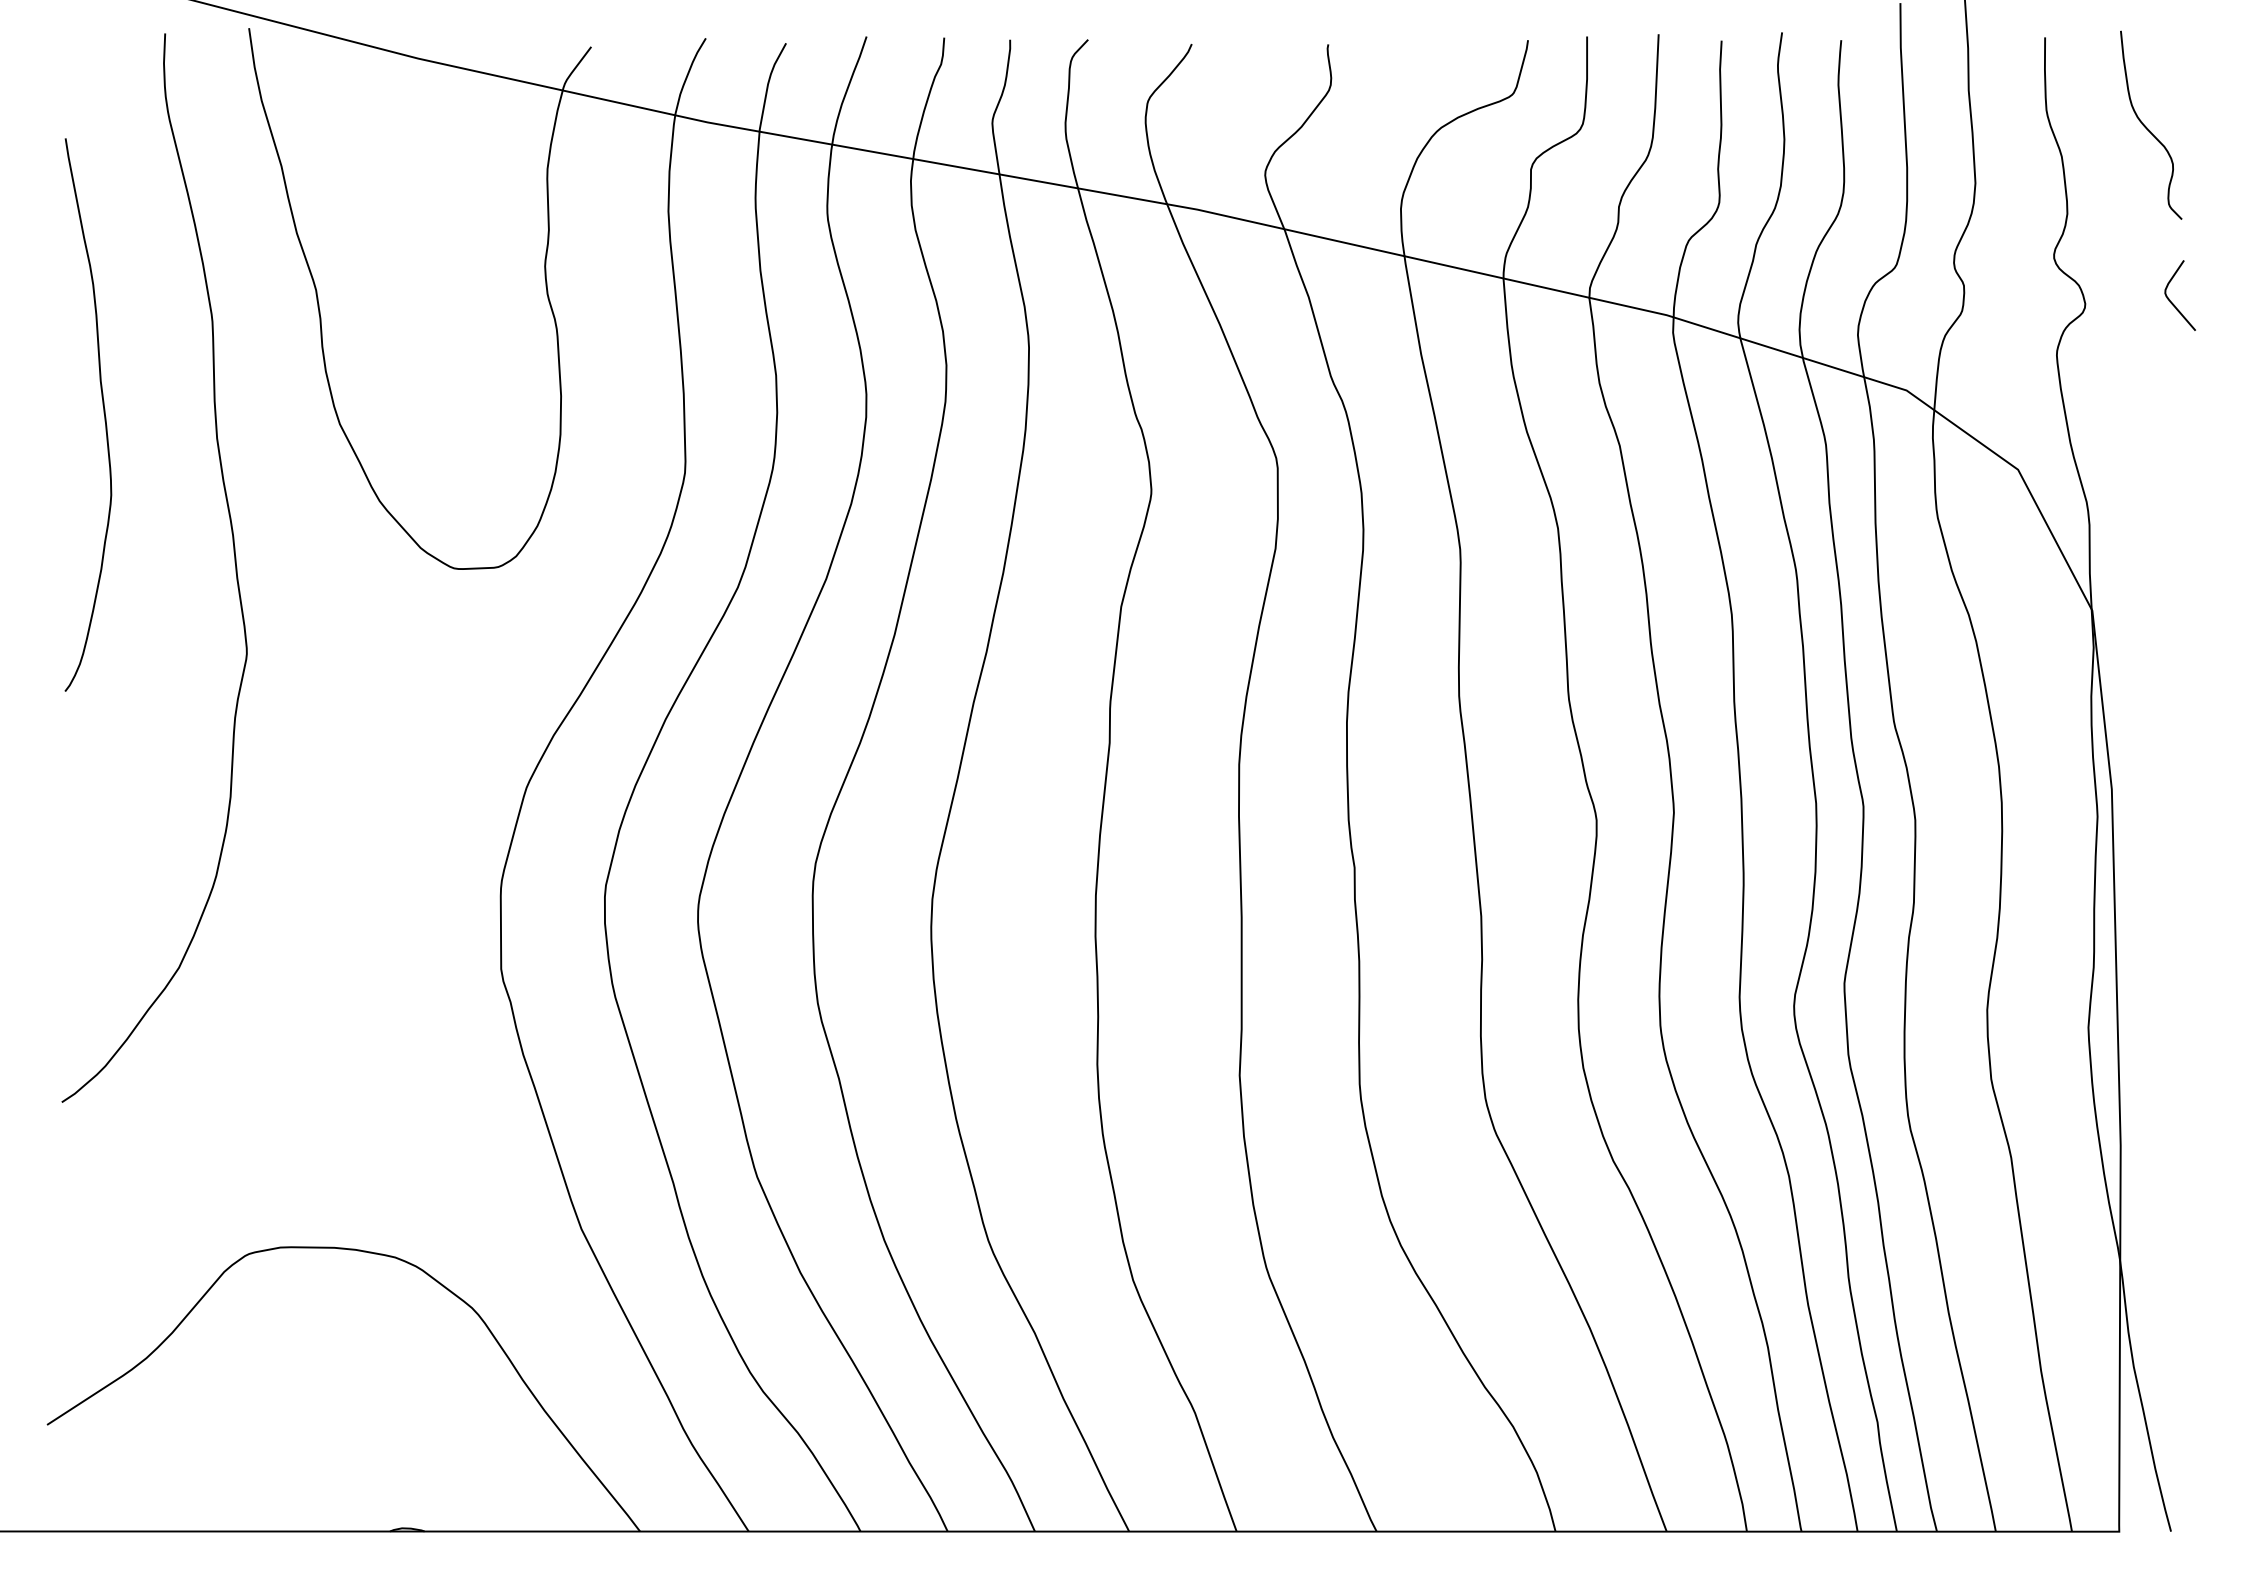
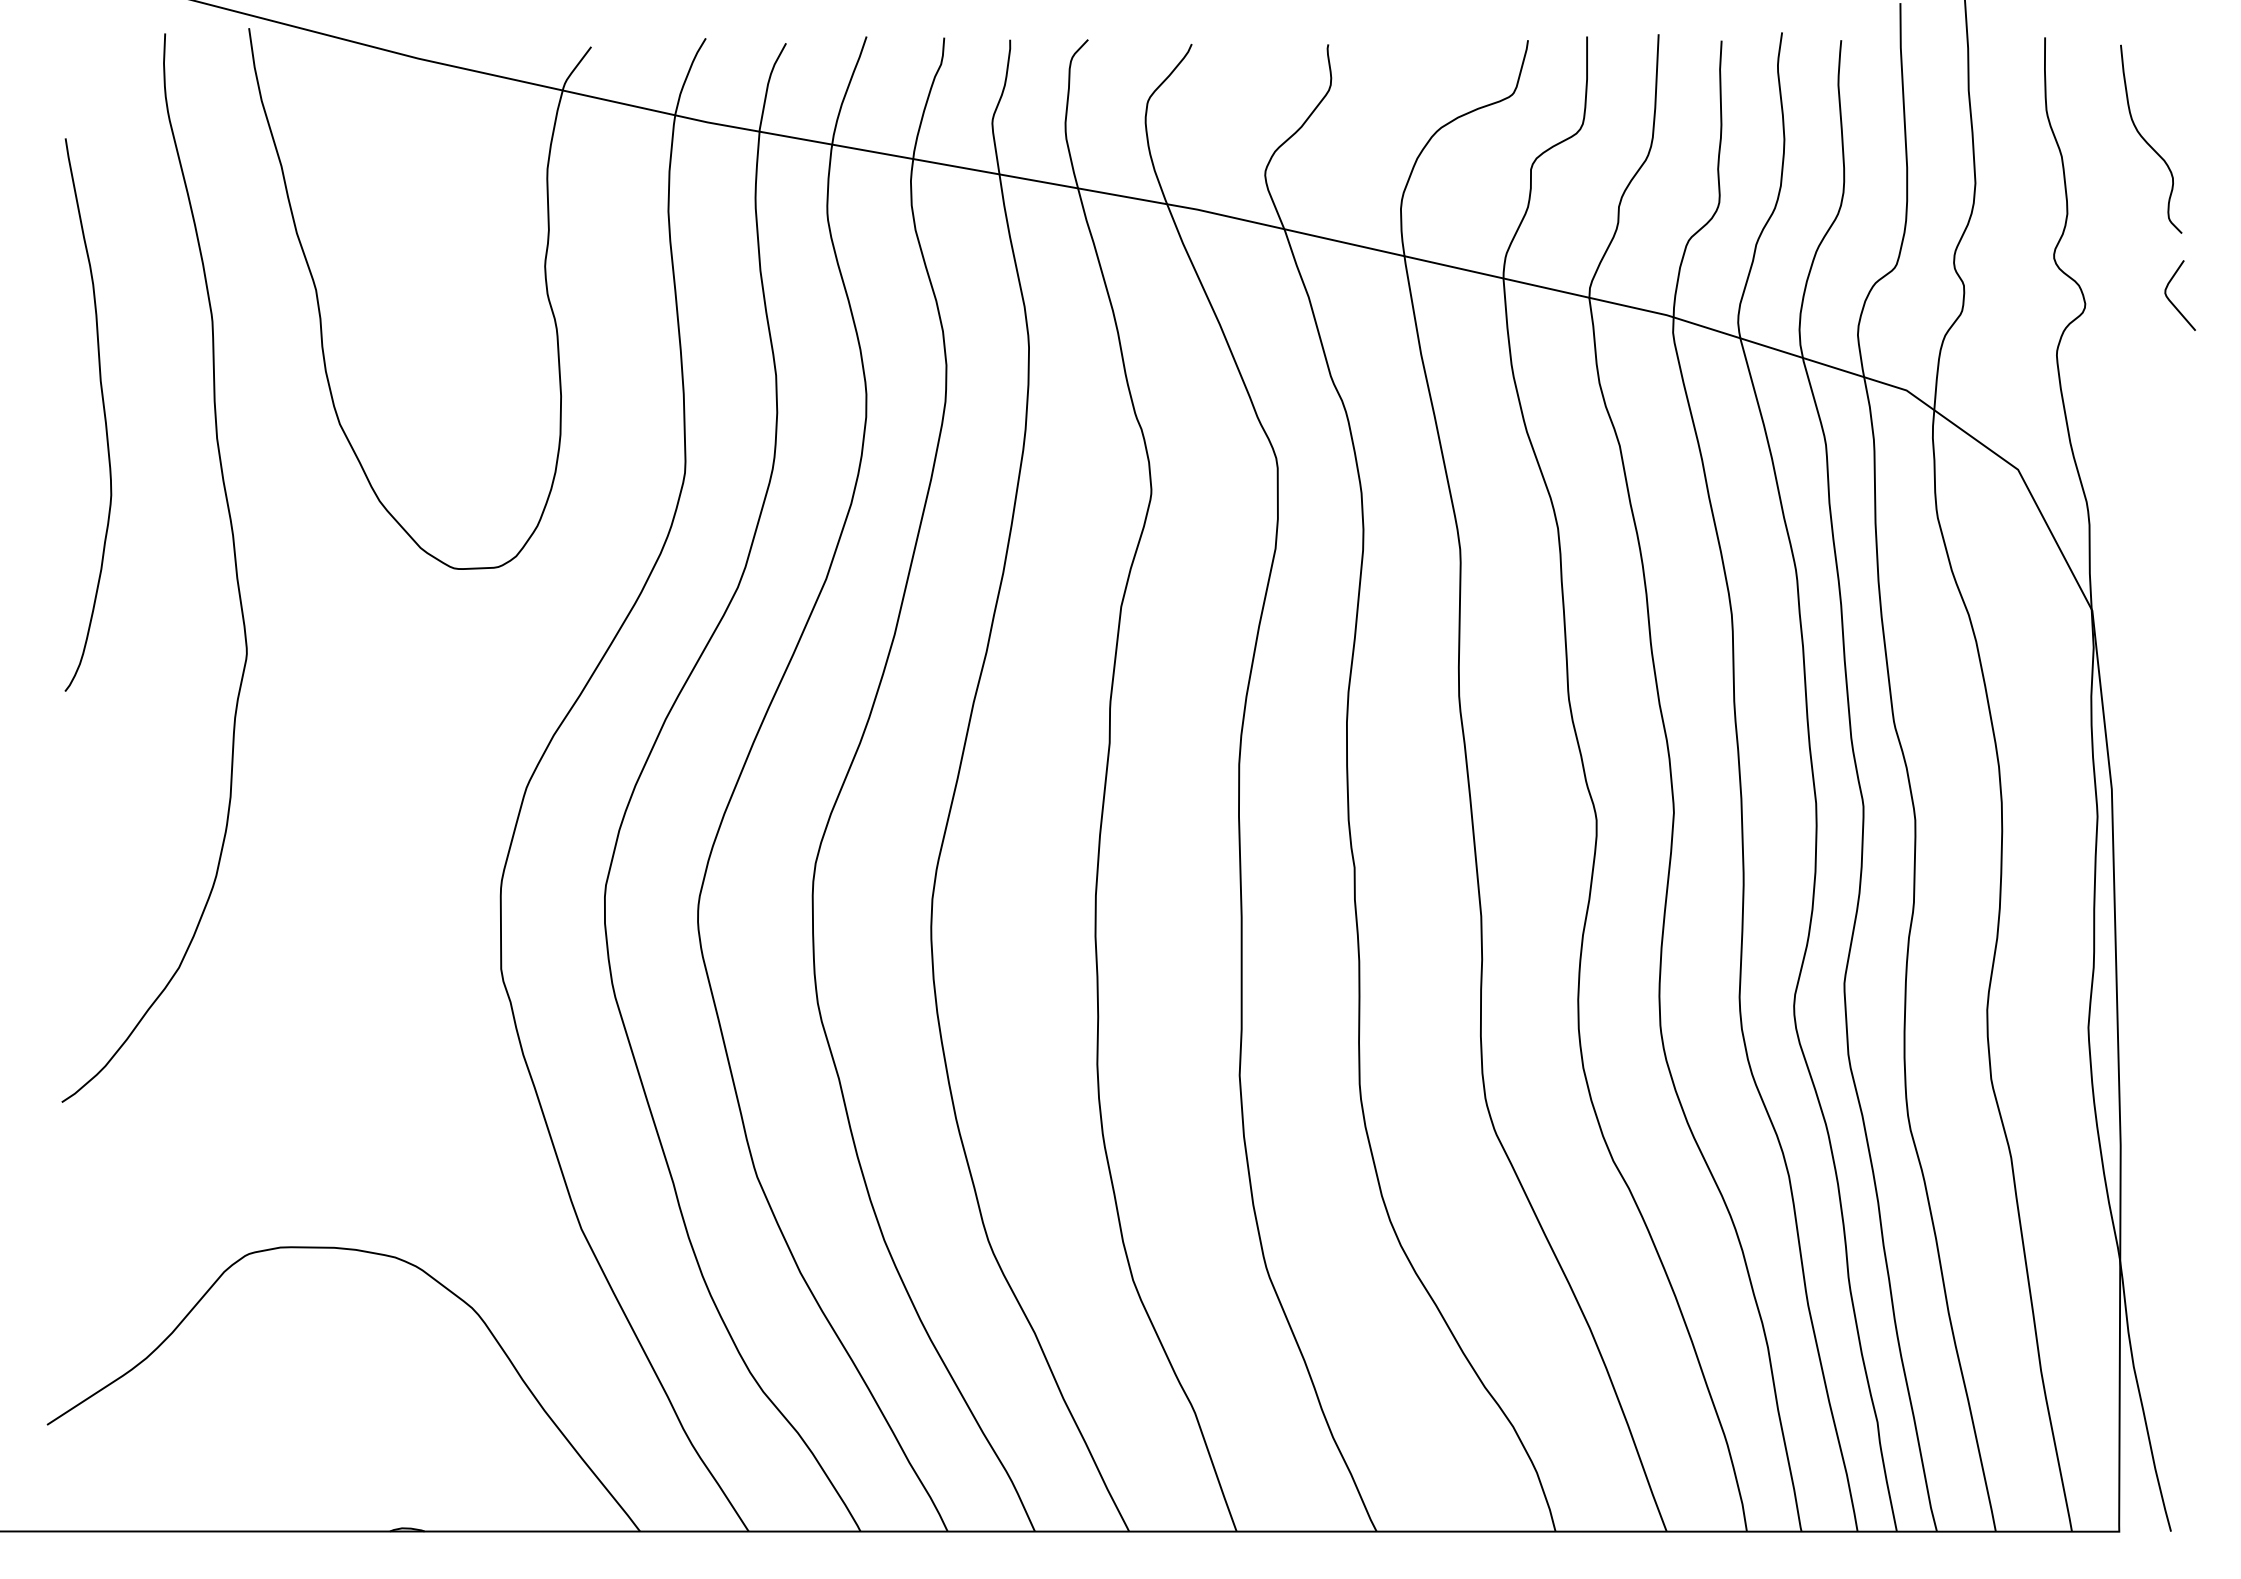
curve at (2147, 127) position: (2147, 127) -> (2147, 141)
